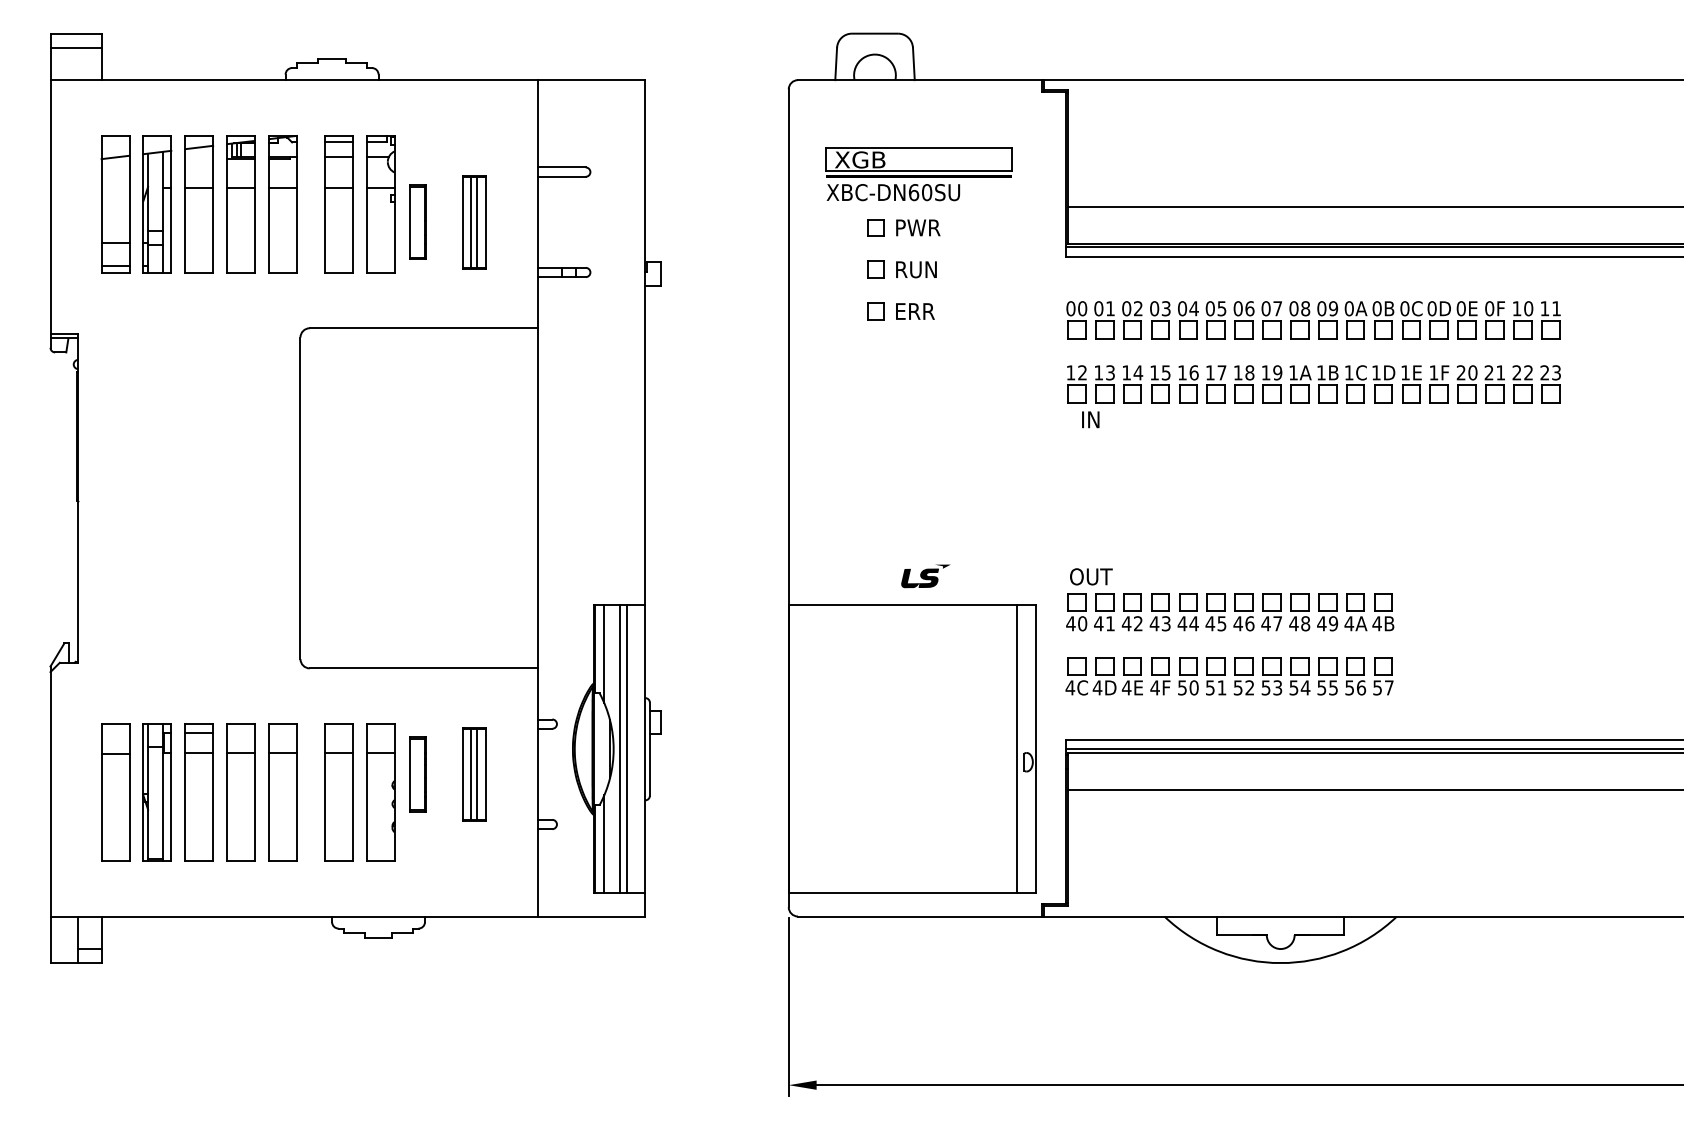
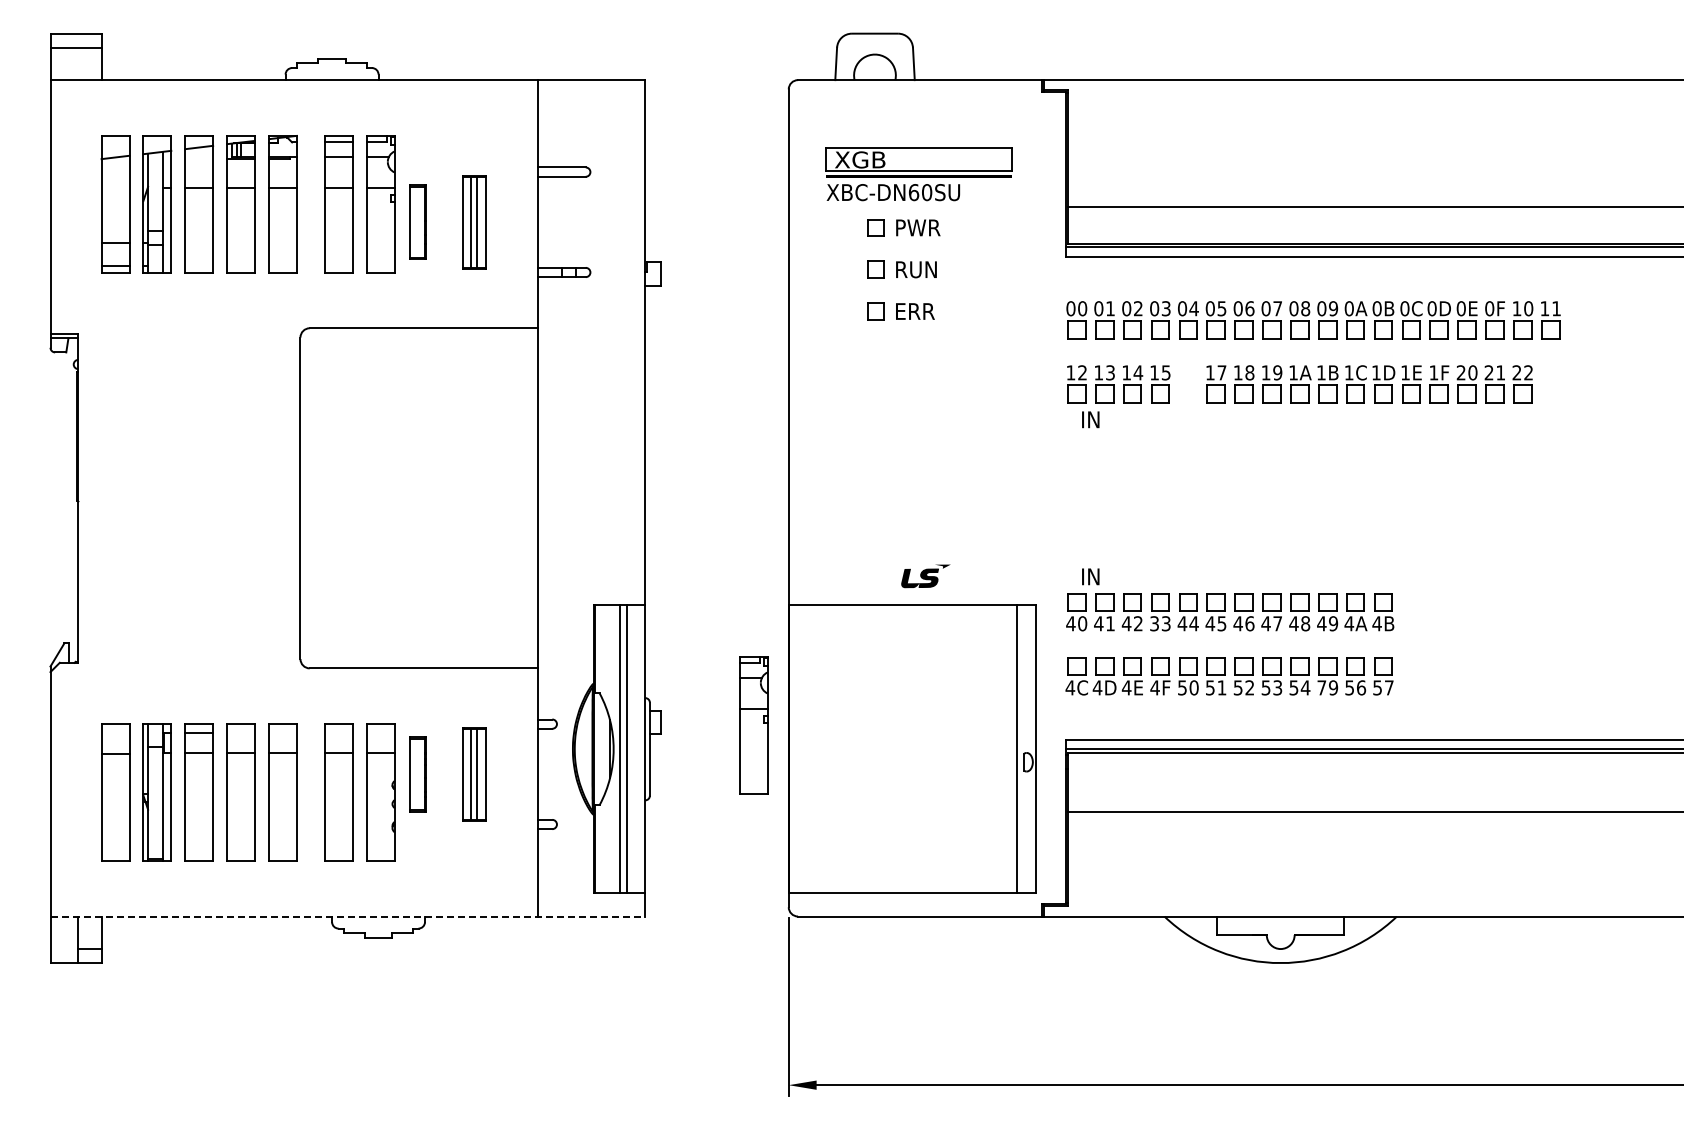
part at (1188, 384): present -> none
part at (1550, 384): present -> none
text at (1091, 576): OUT -> IN
text at (1154, 623): 43 -> 33
line at (604, 654): present -> none
text at (1327, 687): 55 -> 79
part at (753, 725): none -> present
line at (1374, 790) position: (1374, 790) -> (1374, 812)
line at (604, 844): present -> none
line at (348, 916): solid -> dashed
